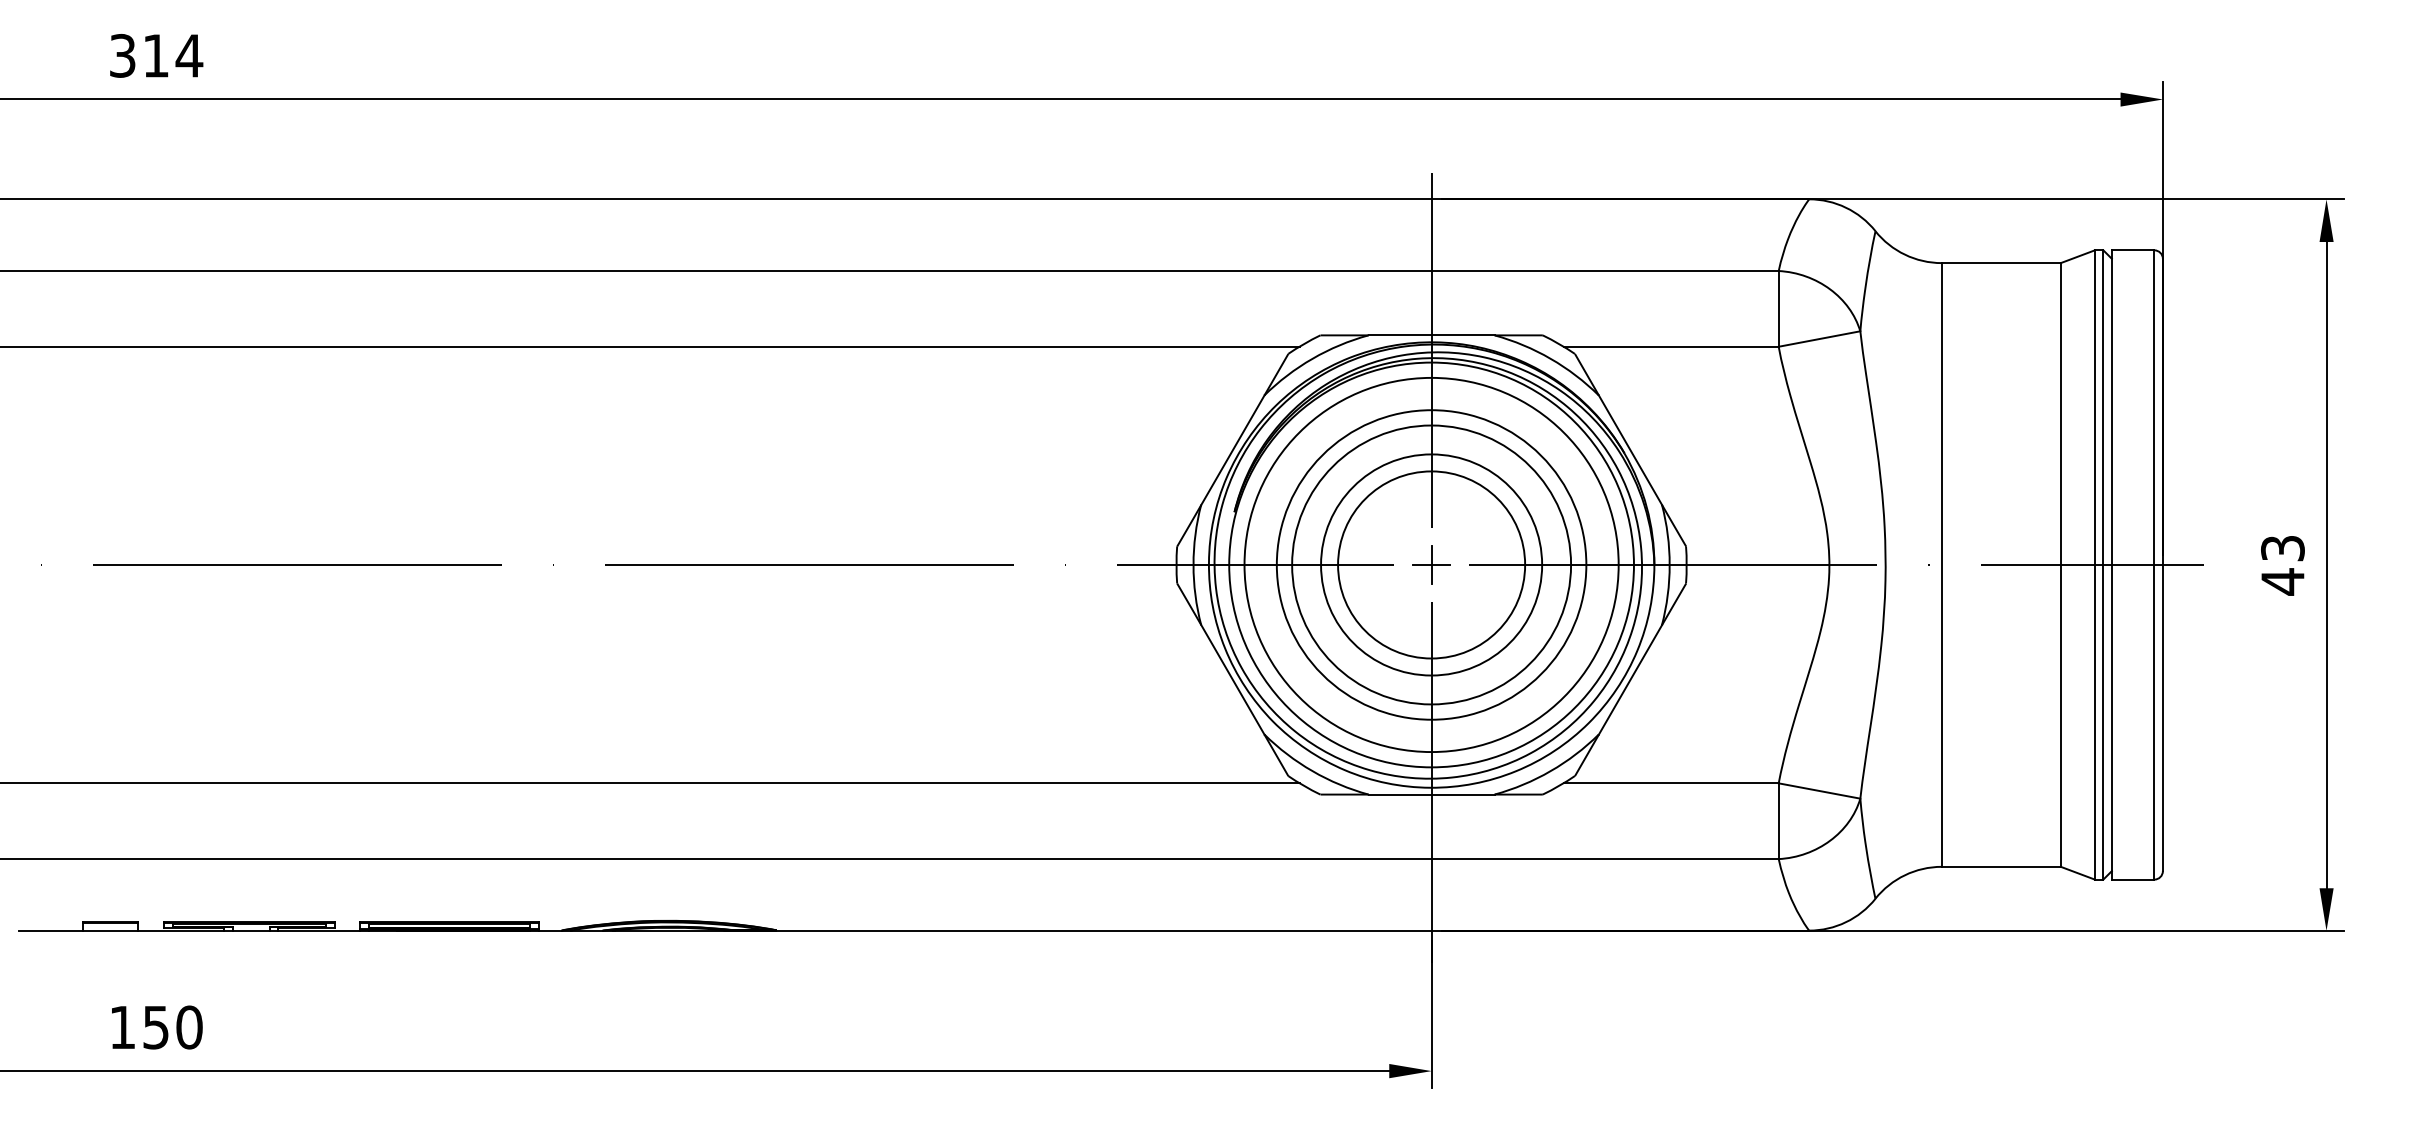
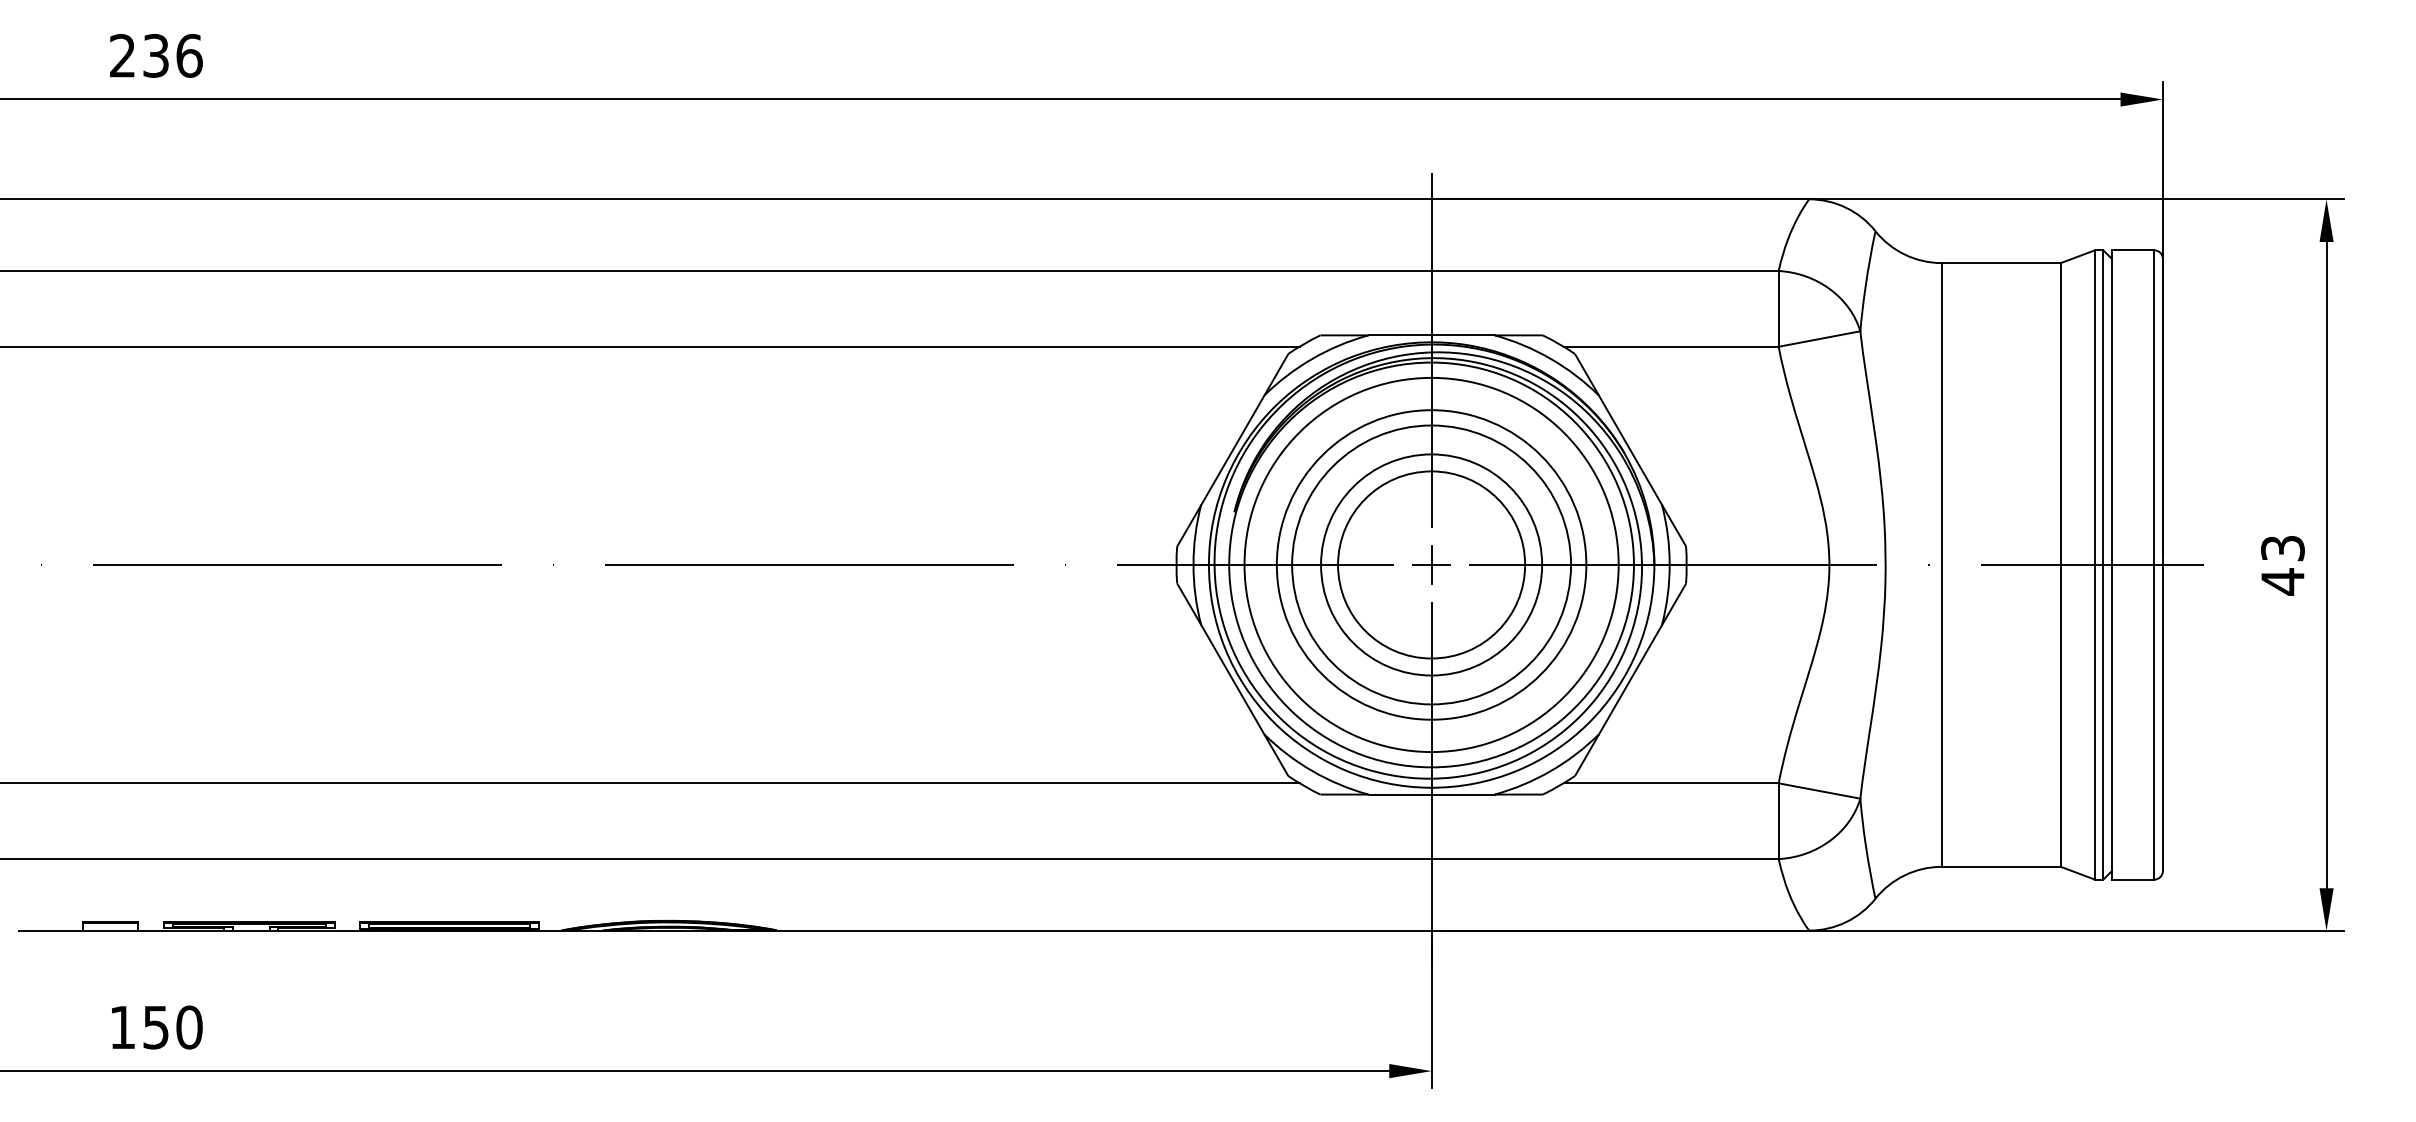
text at (156, 55): 314 -> 236
